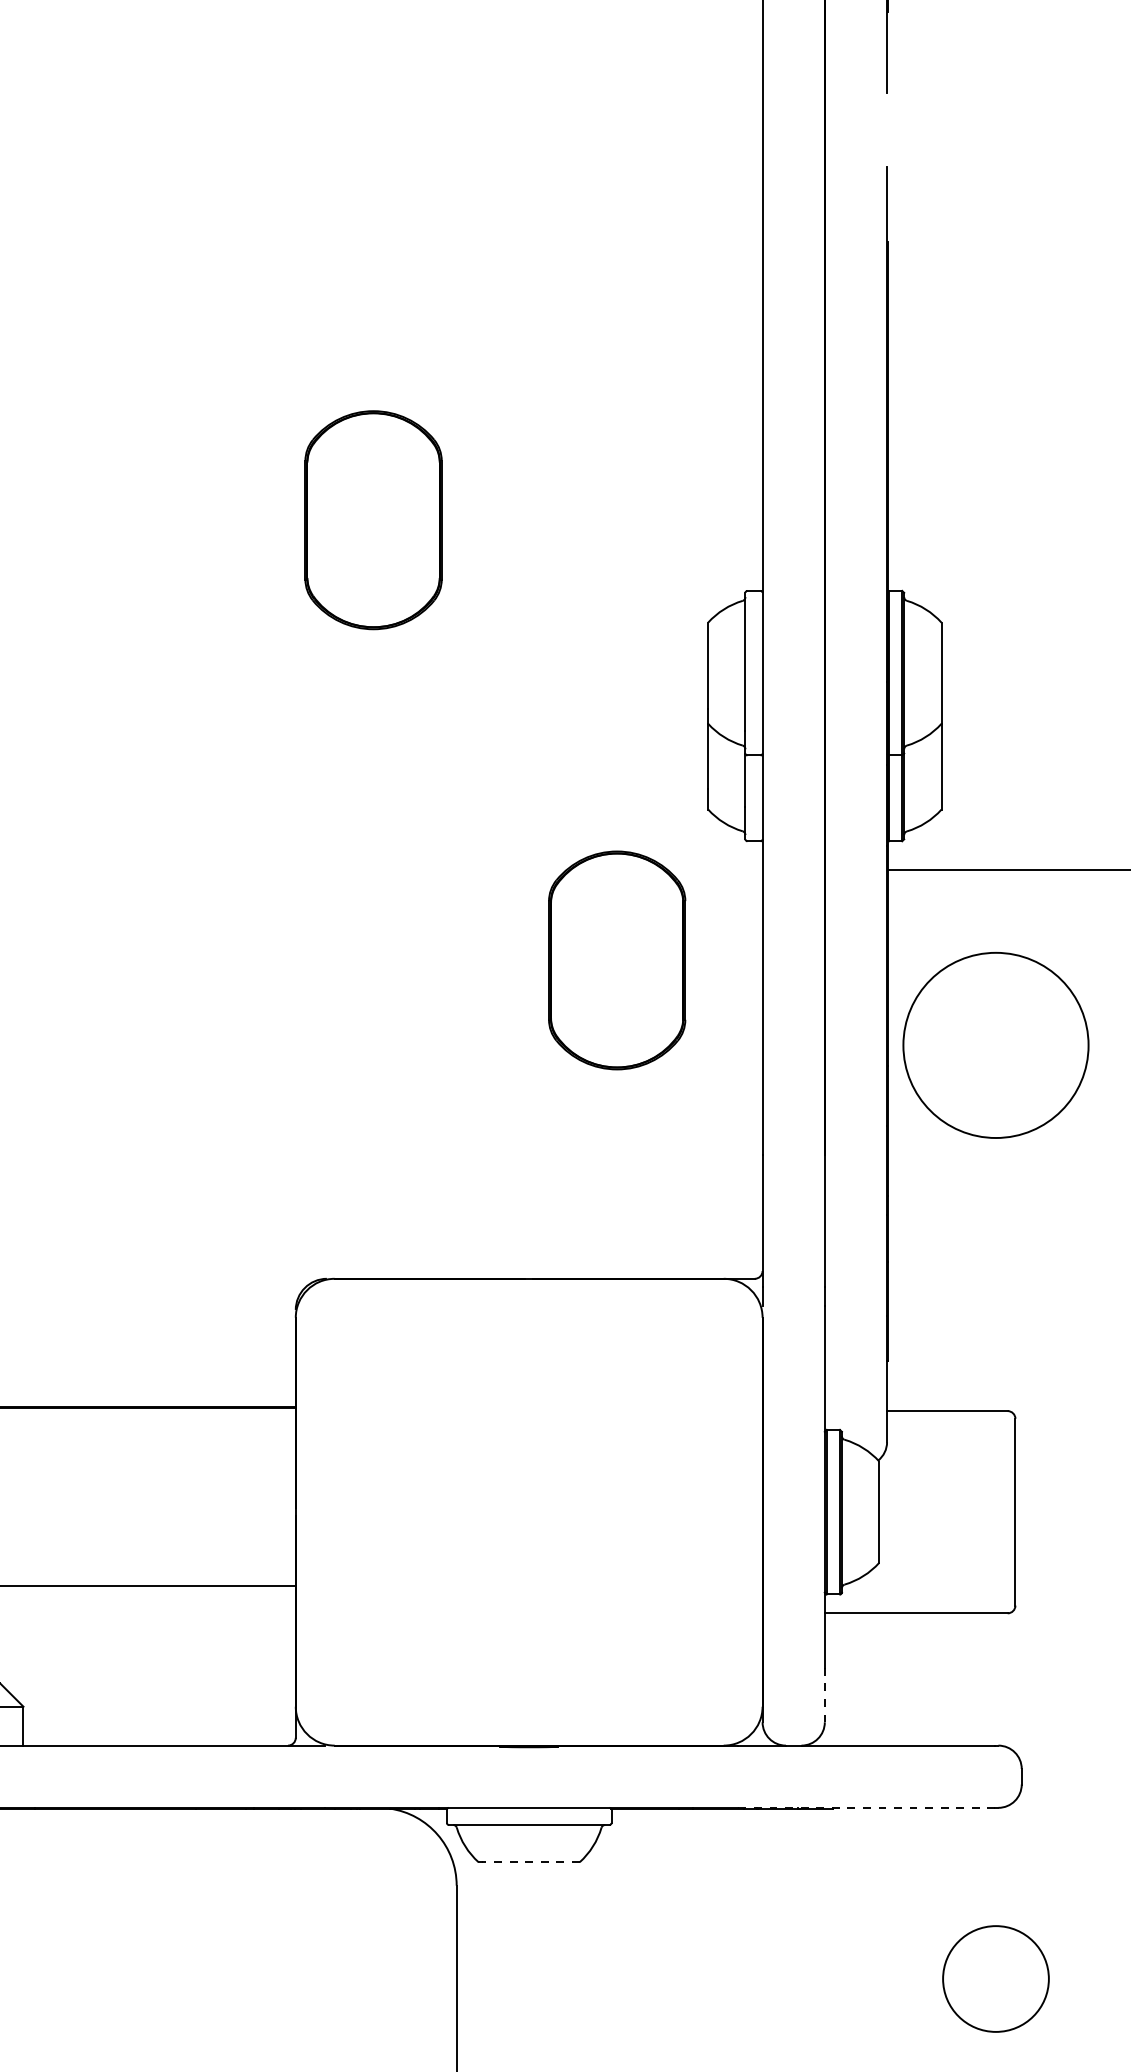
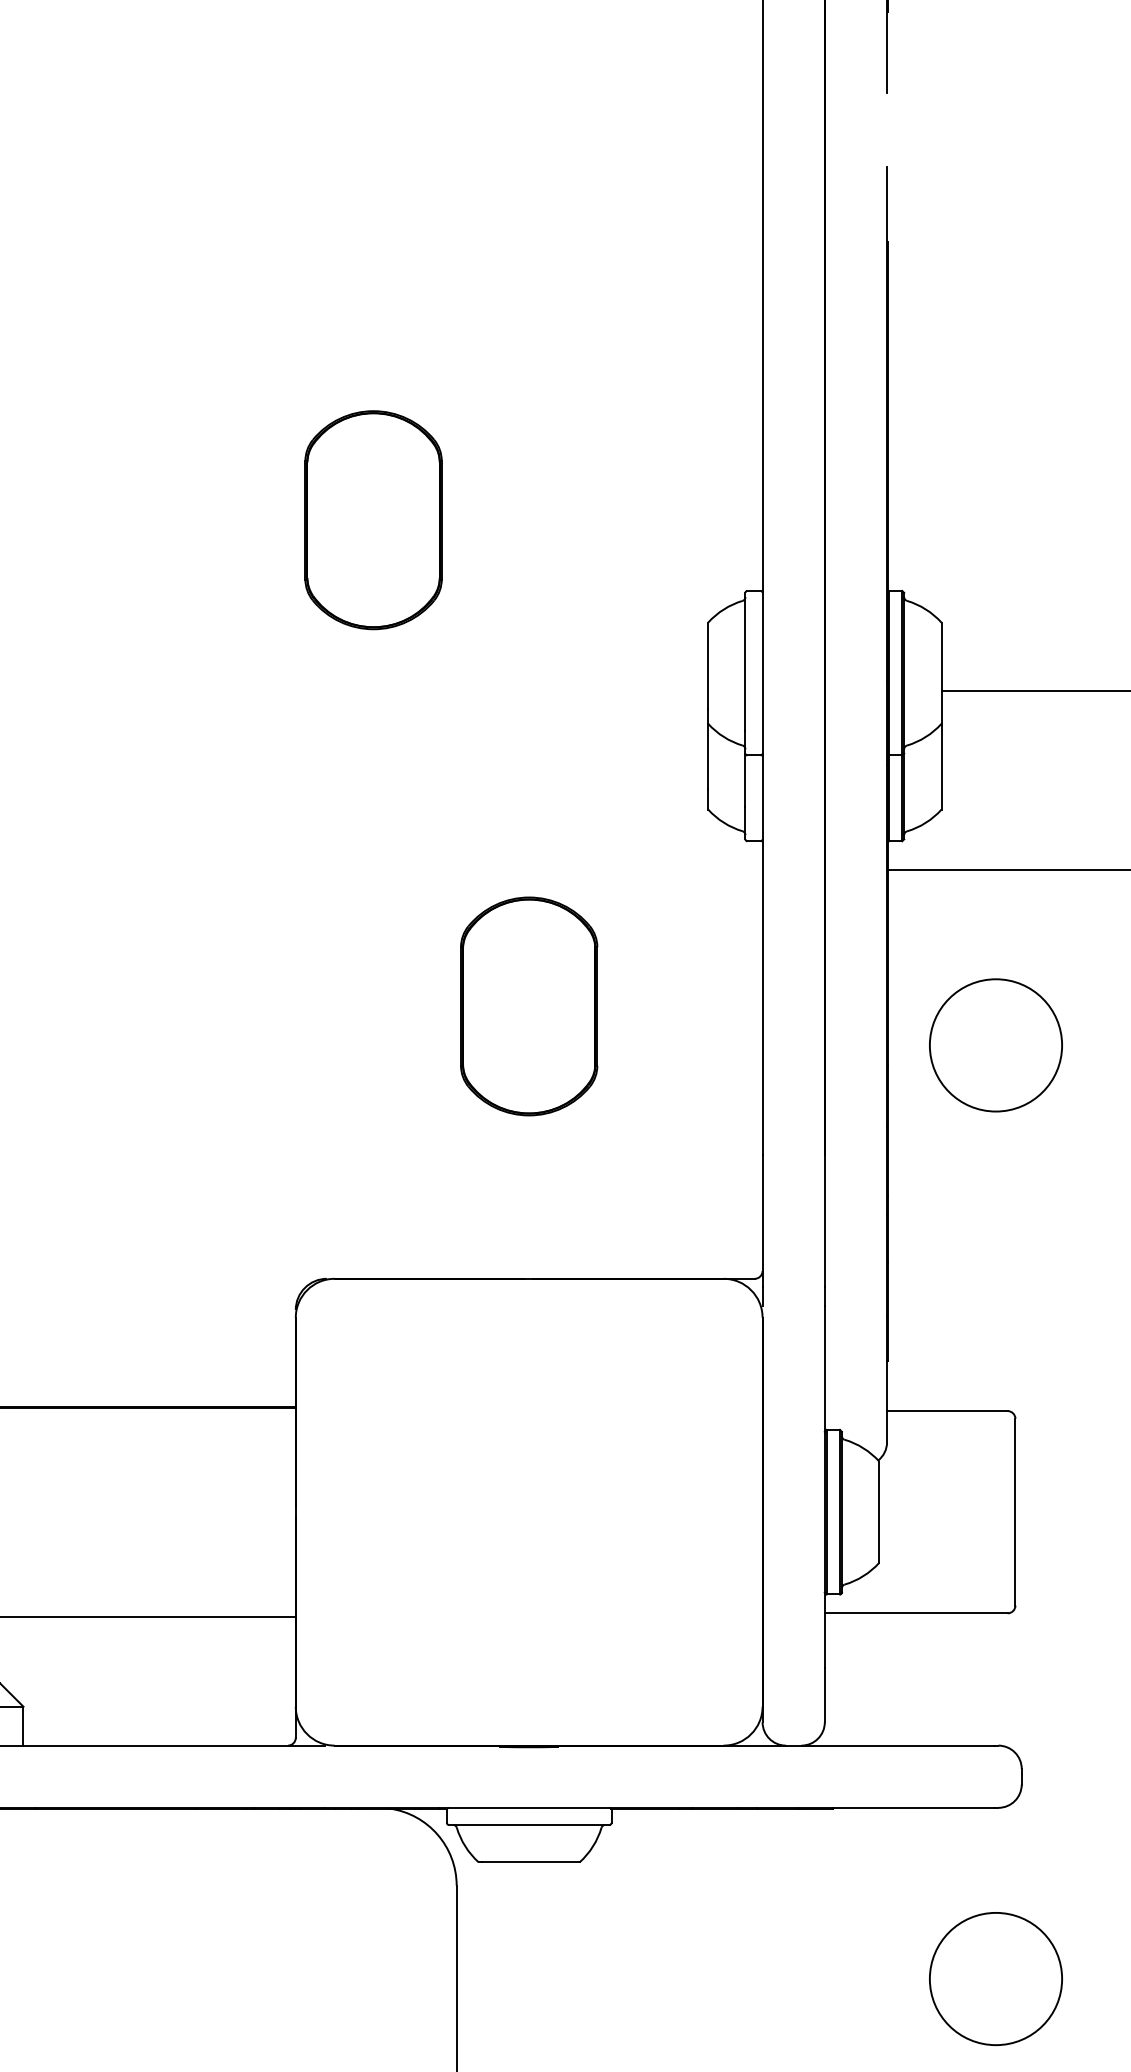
line at (1034, 691): none -> present
part at (617, 960) position: (617, 960) -> (529, 1006)
circle at (995, 1045) diameter: 185 px -> 132 px
line at (148, 1586) position: (148, 1586) -> (148, 1617)
line at (824, 1695): dashed -> solid
line at (866, 1807): dashed -> solid
line at (530, 1862): dashed -> solid
circle at (995, 1978) size: 108x108 px -> 134x134 px
